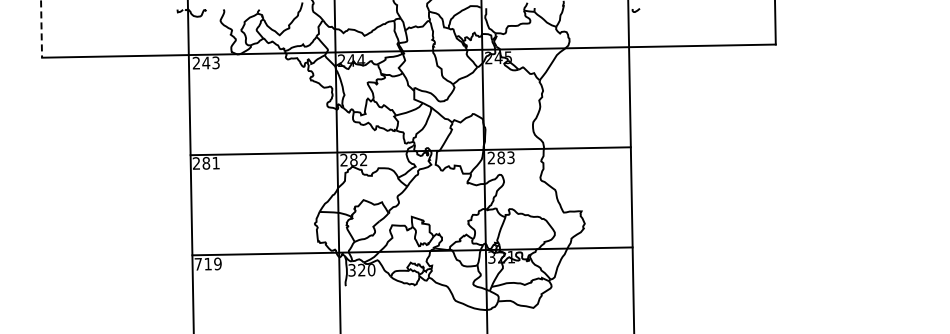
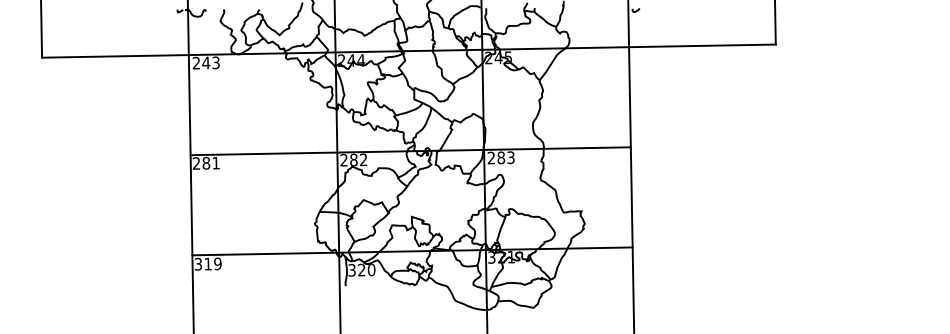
line at (41, 29): dashed -> solid
text at (197, 263): 719 -> 319
